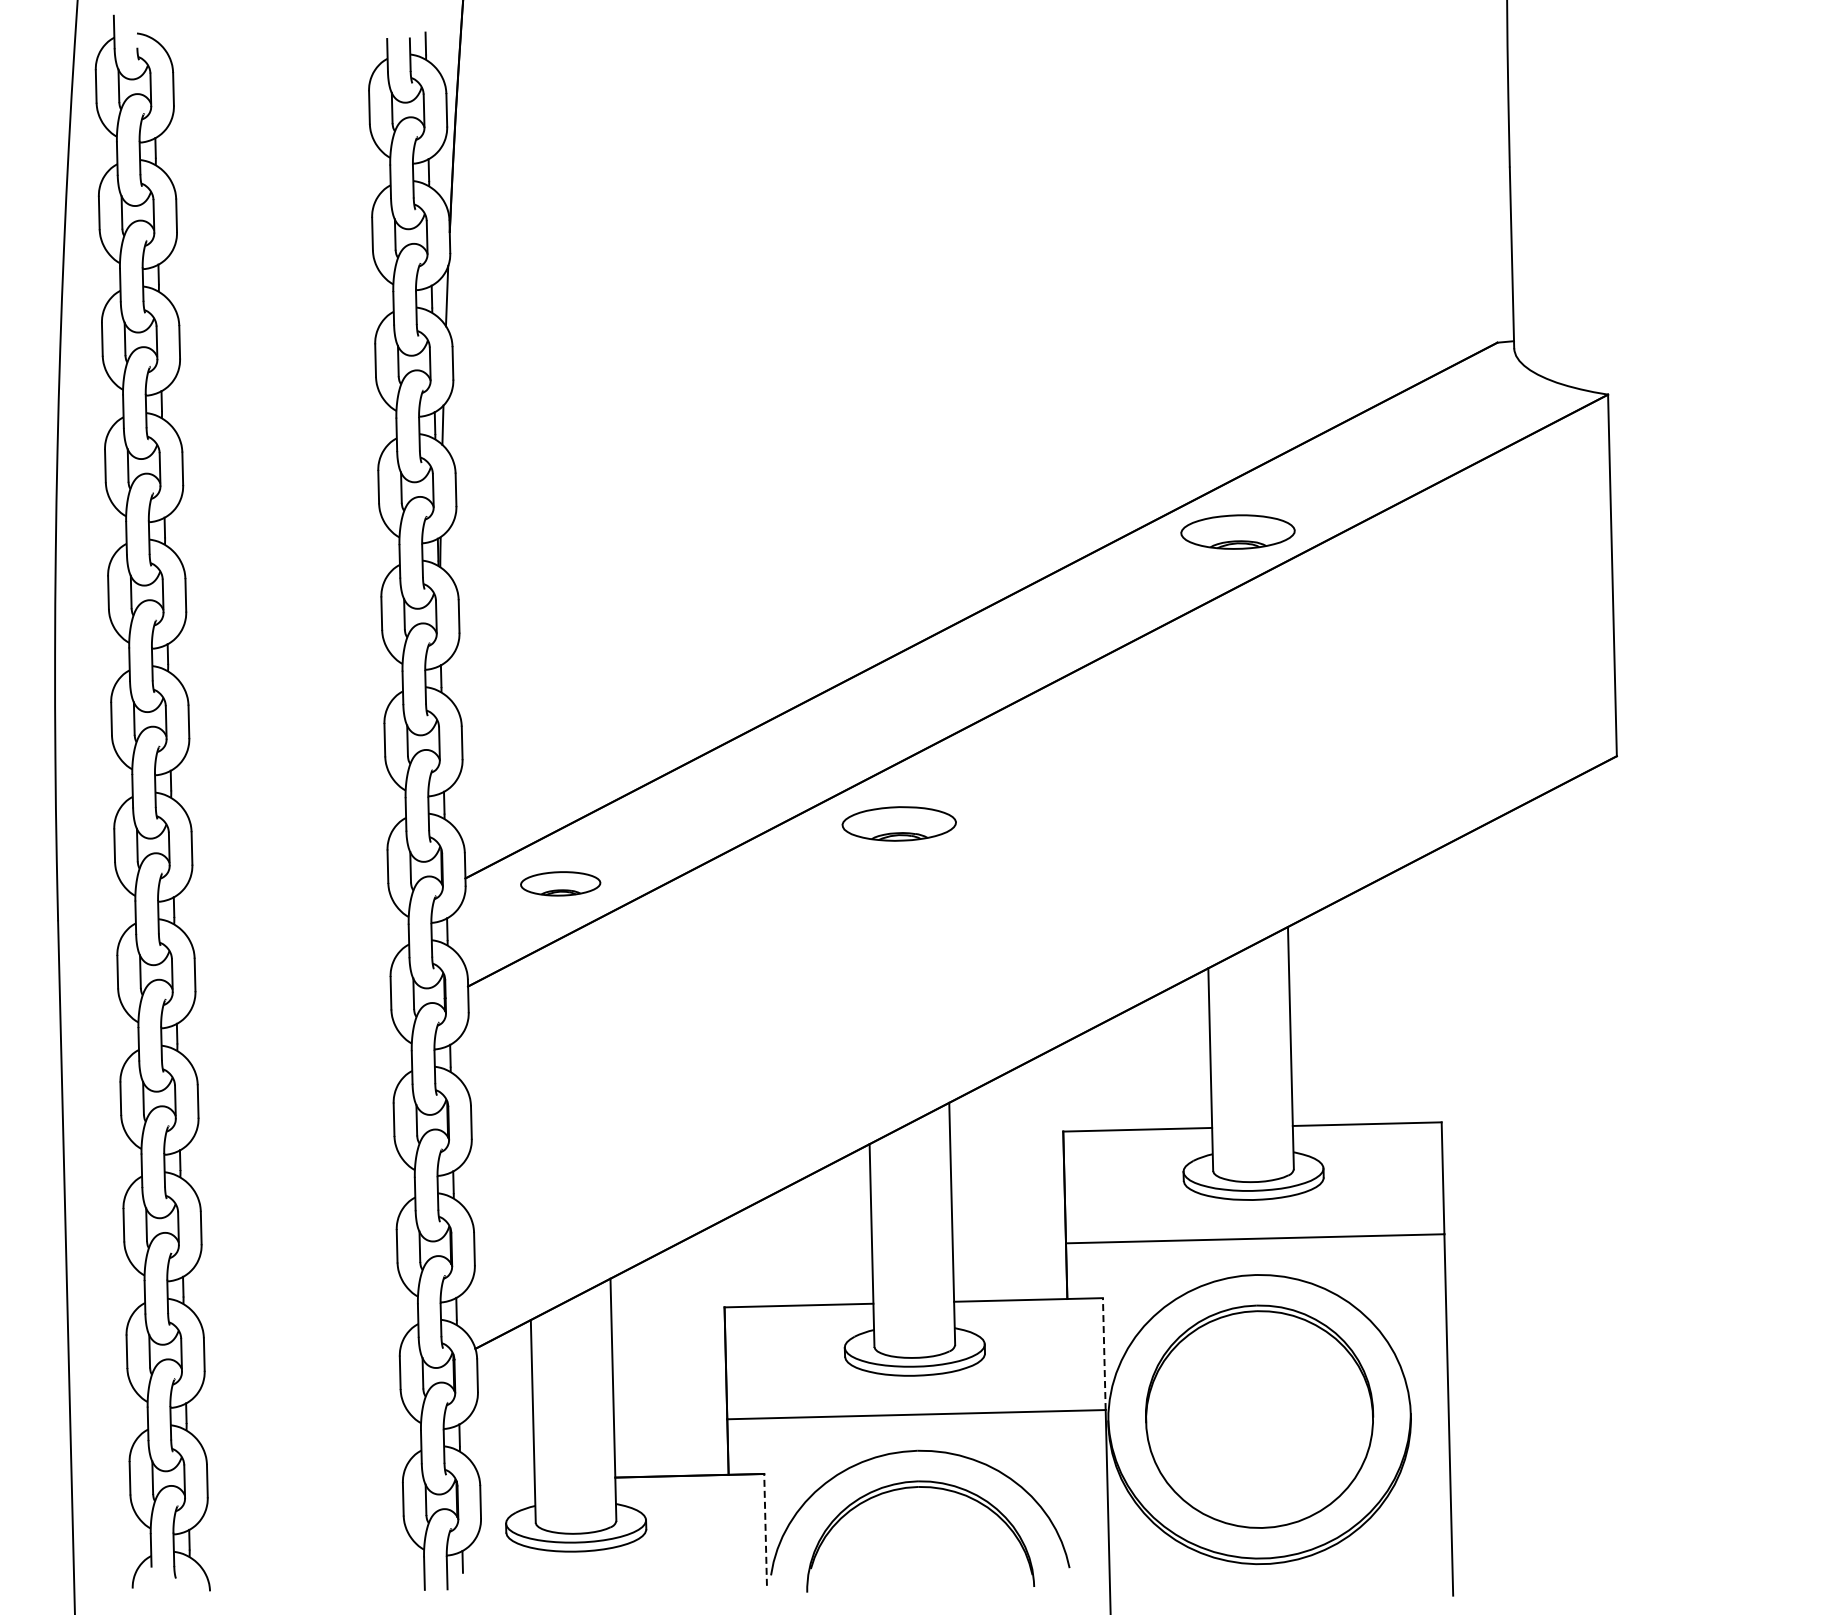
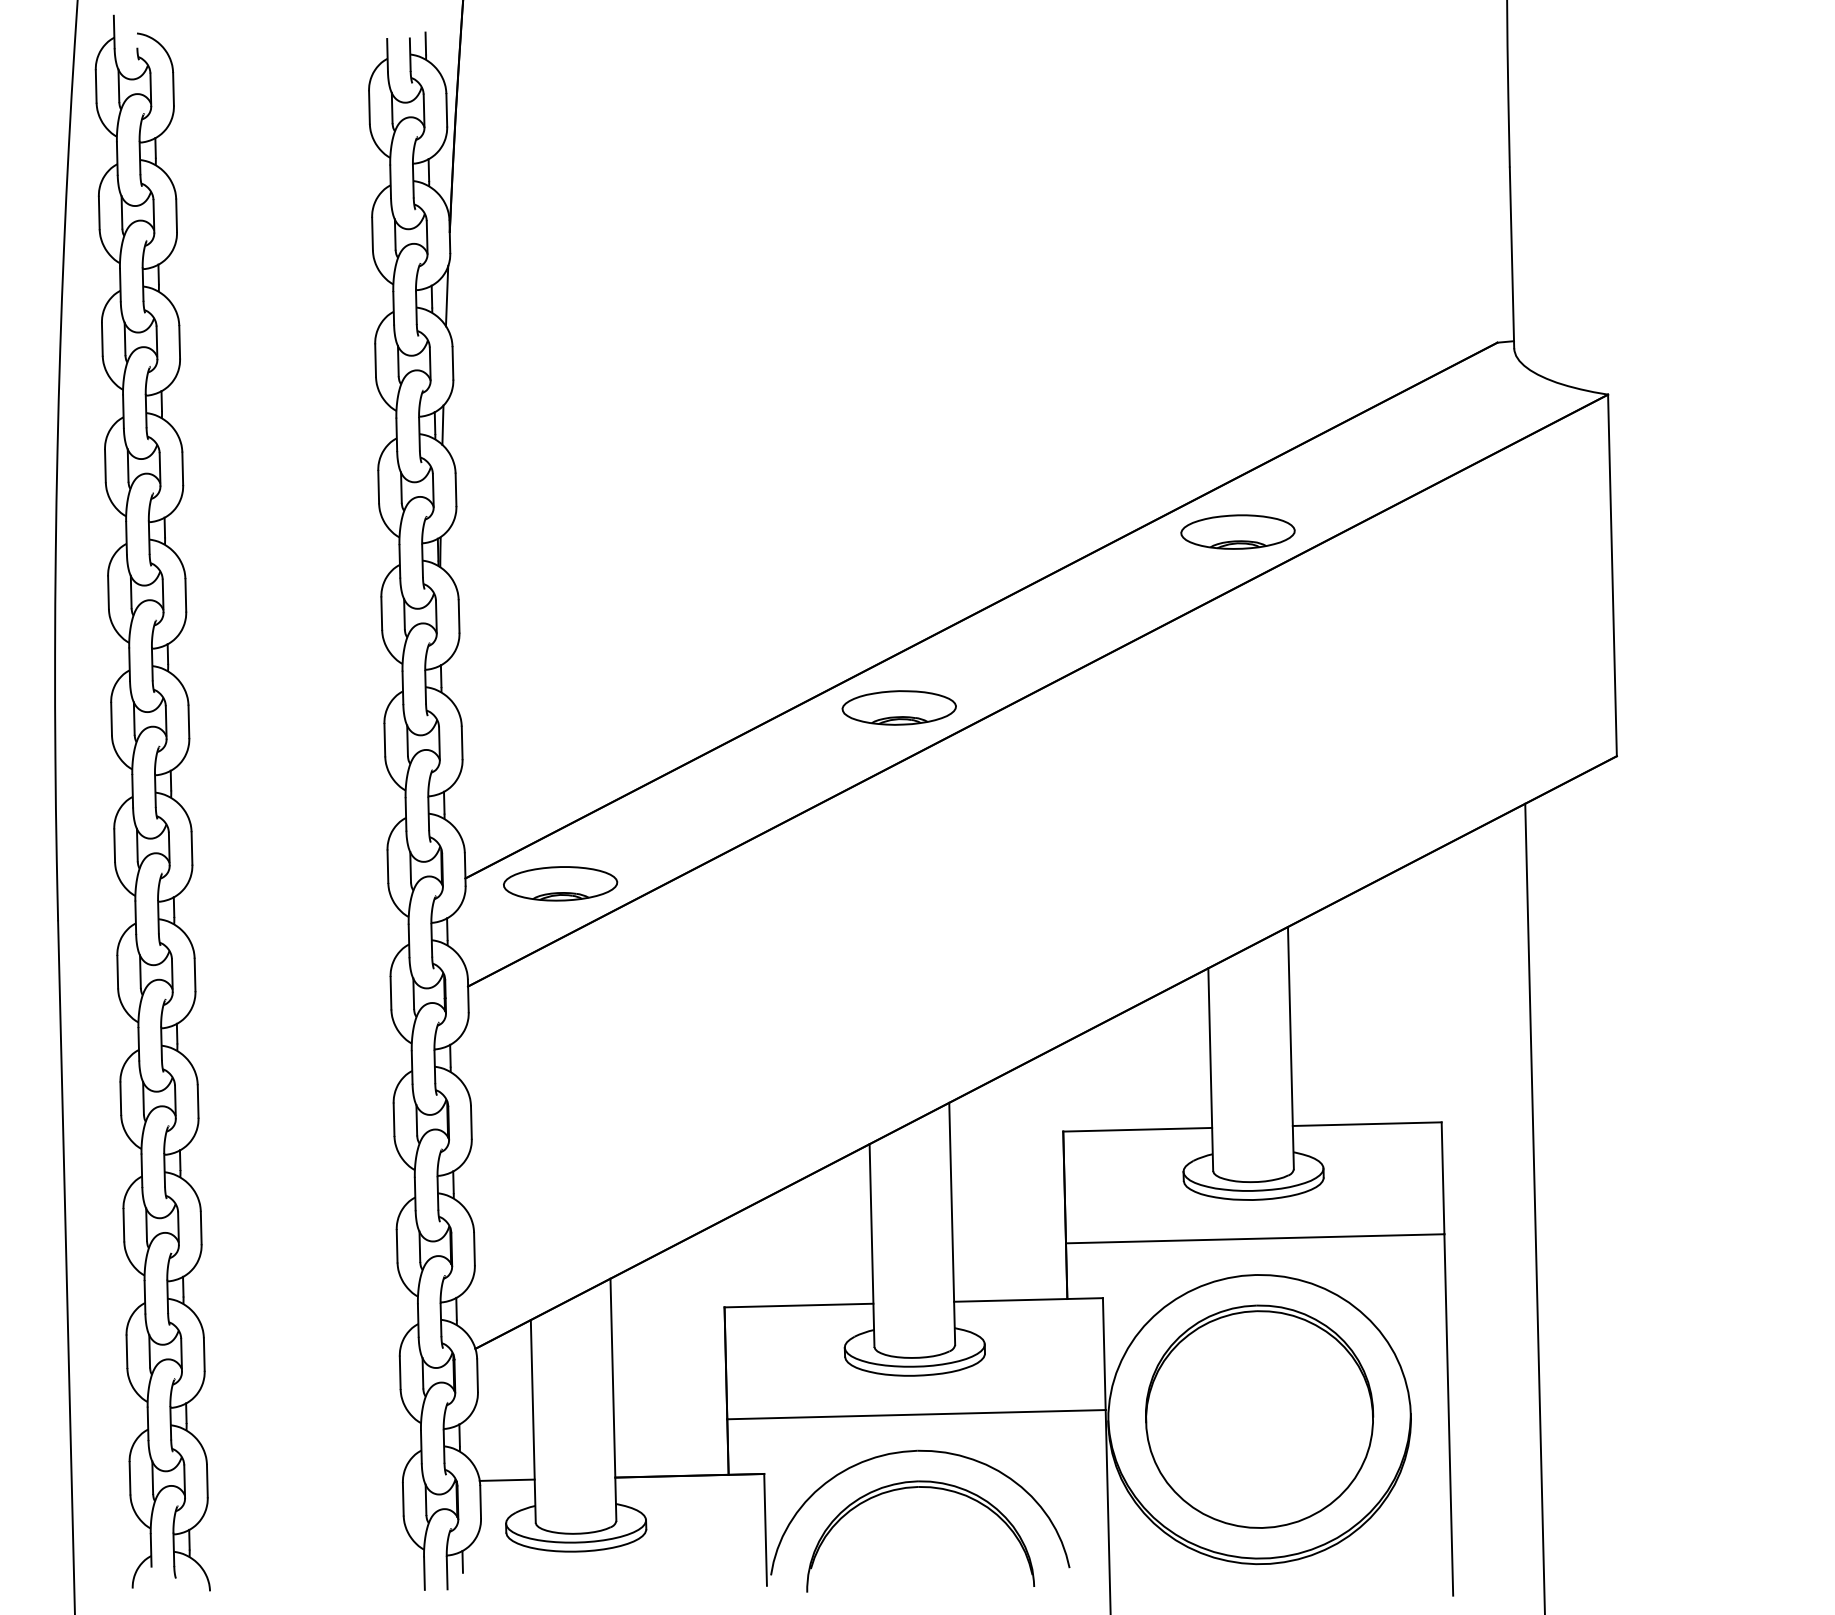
part at (898, 823) position: (898, 823) -> (898, 707)
part at (560, 883) size: 82x26 px -> 116x36 px
line at (1534, 1207): none -> present
line at (1104, 1354): dashed -> solid
line at (506, 1479): none -> present
line at (765, 1529): dashed -> solid
